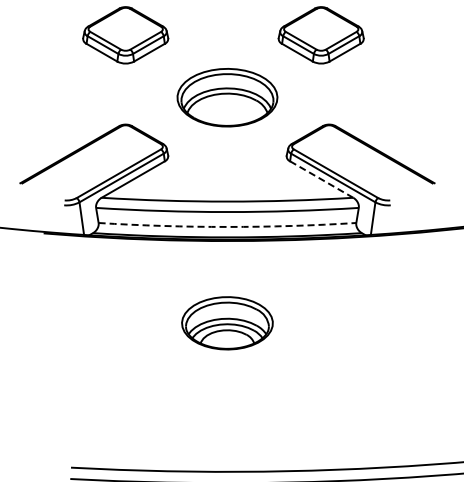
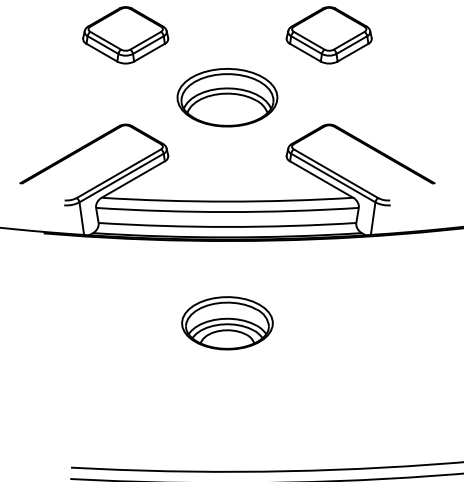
part at (320, 35) position: (320, 35) -> (328, 35)
line at (321, 179): dashed -> solid
arc at (227, 226): dashed -> solid
